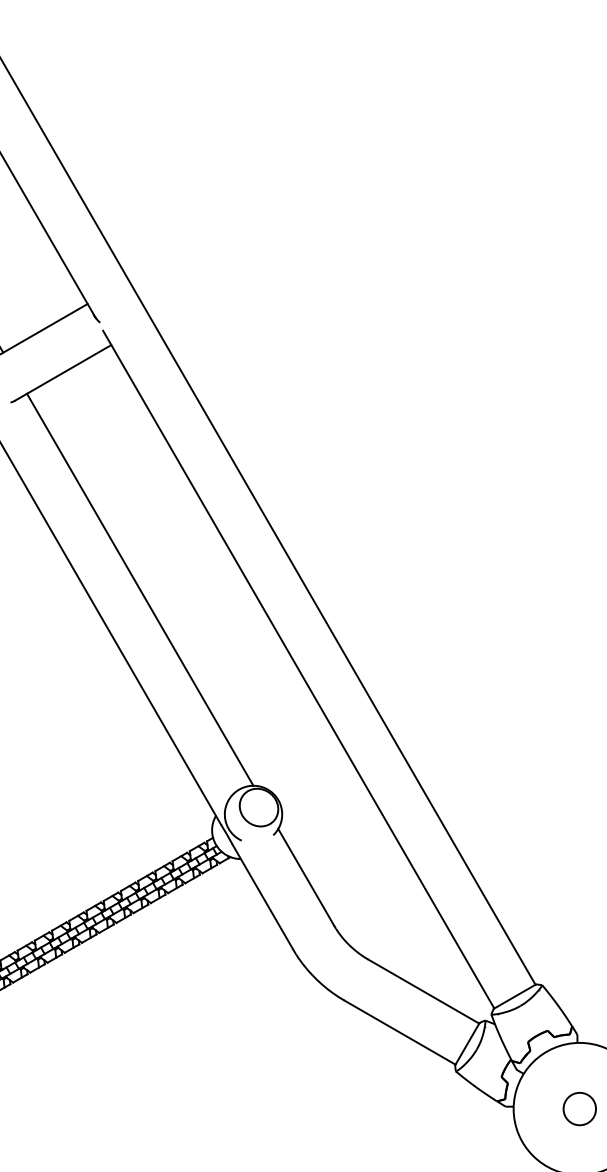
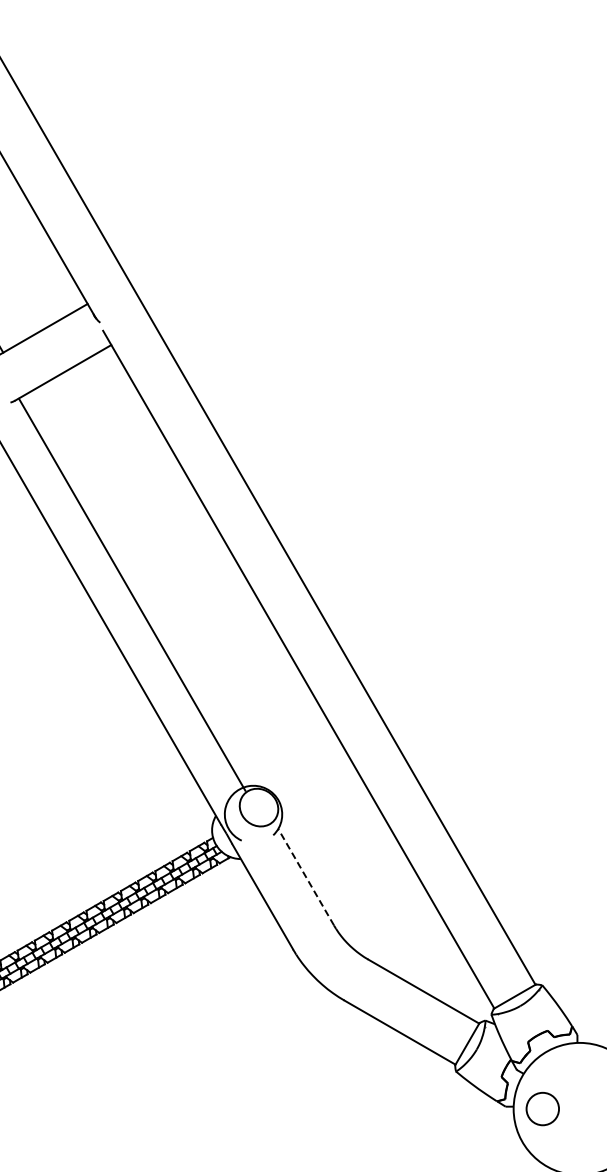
line at (140, 589) position: (140, 589) -> (132, 594)
line at (306, 877): solid -> dashed
circle at (579, 1108) position: (579, 1108) -> (542, 1108)
